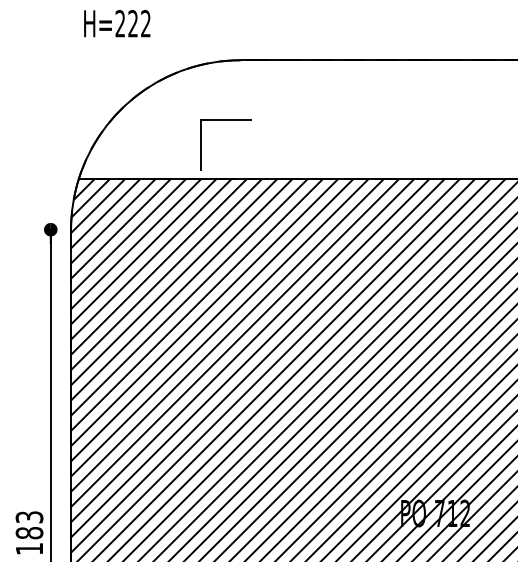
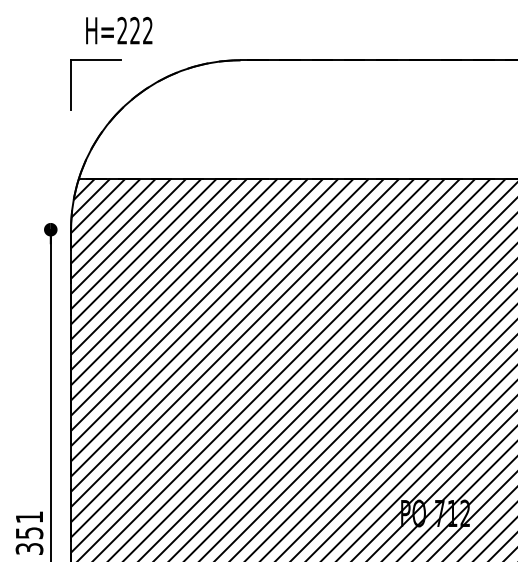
text at (117, 23) position: (117, 23) -> (119, 30)
part at (225, 120) position: (225, 120) -> (95, 60)
text at (29, 532): 183 -> 351
